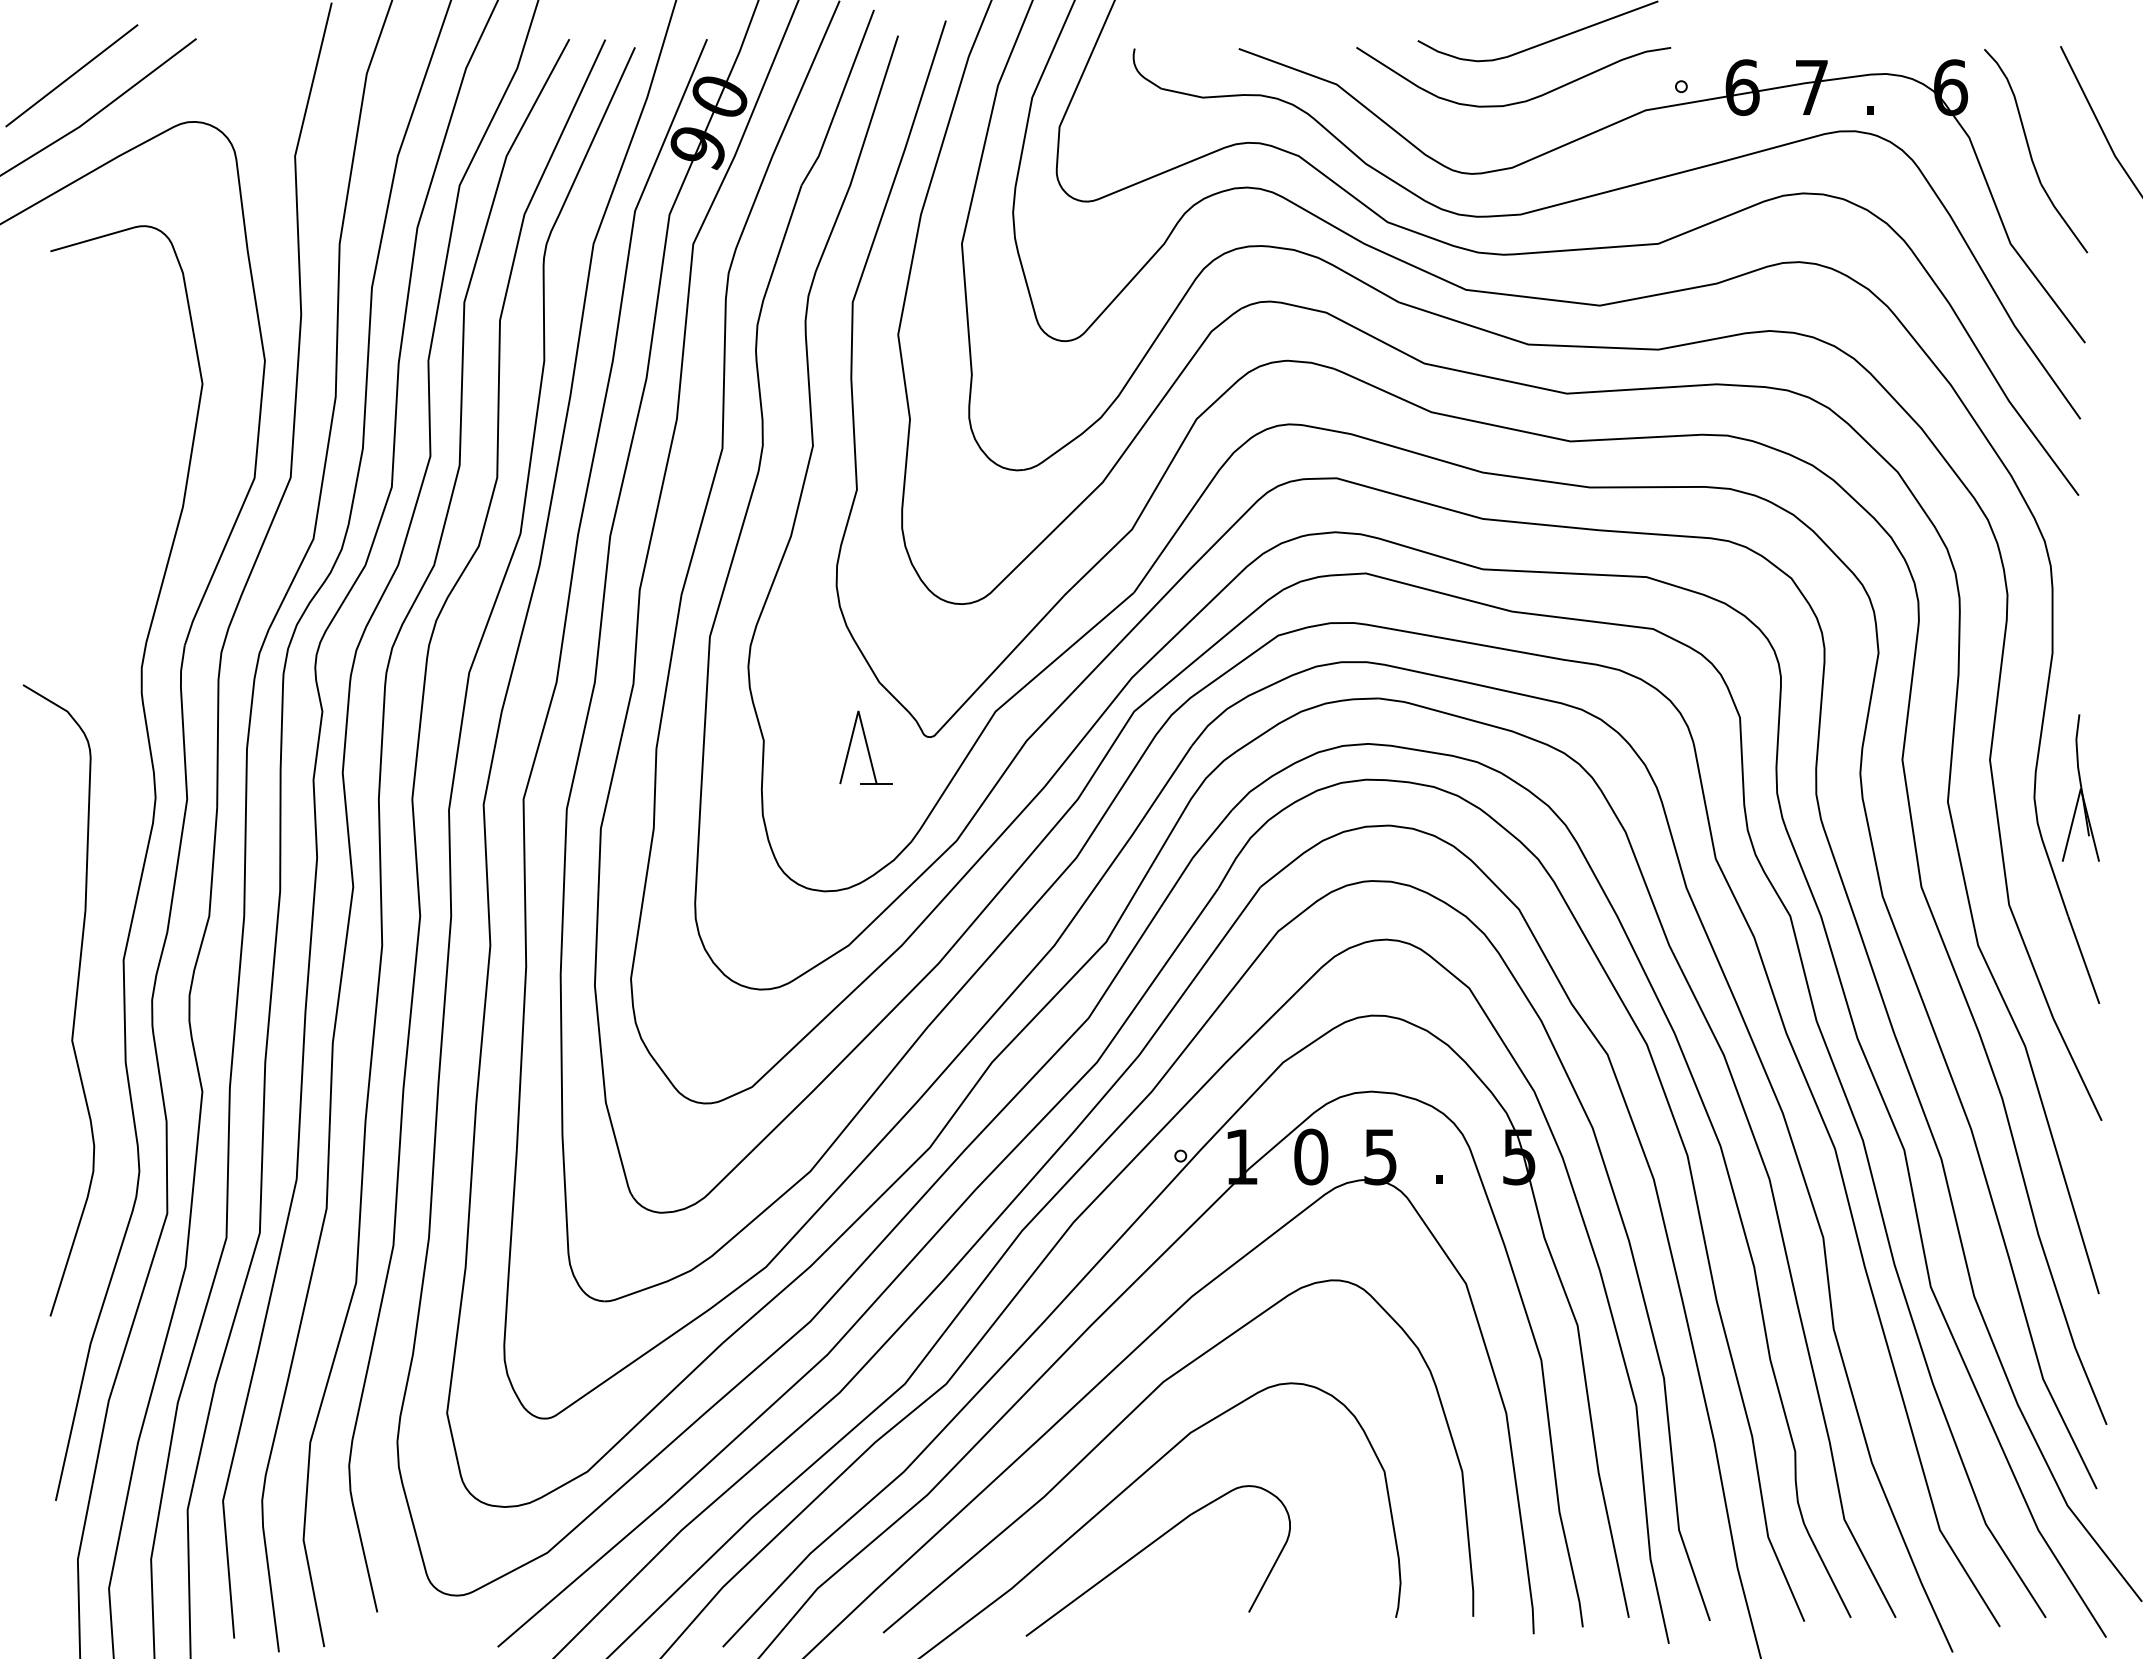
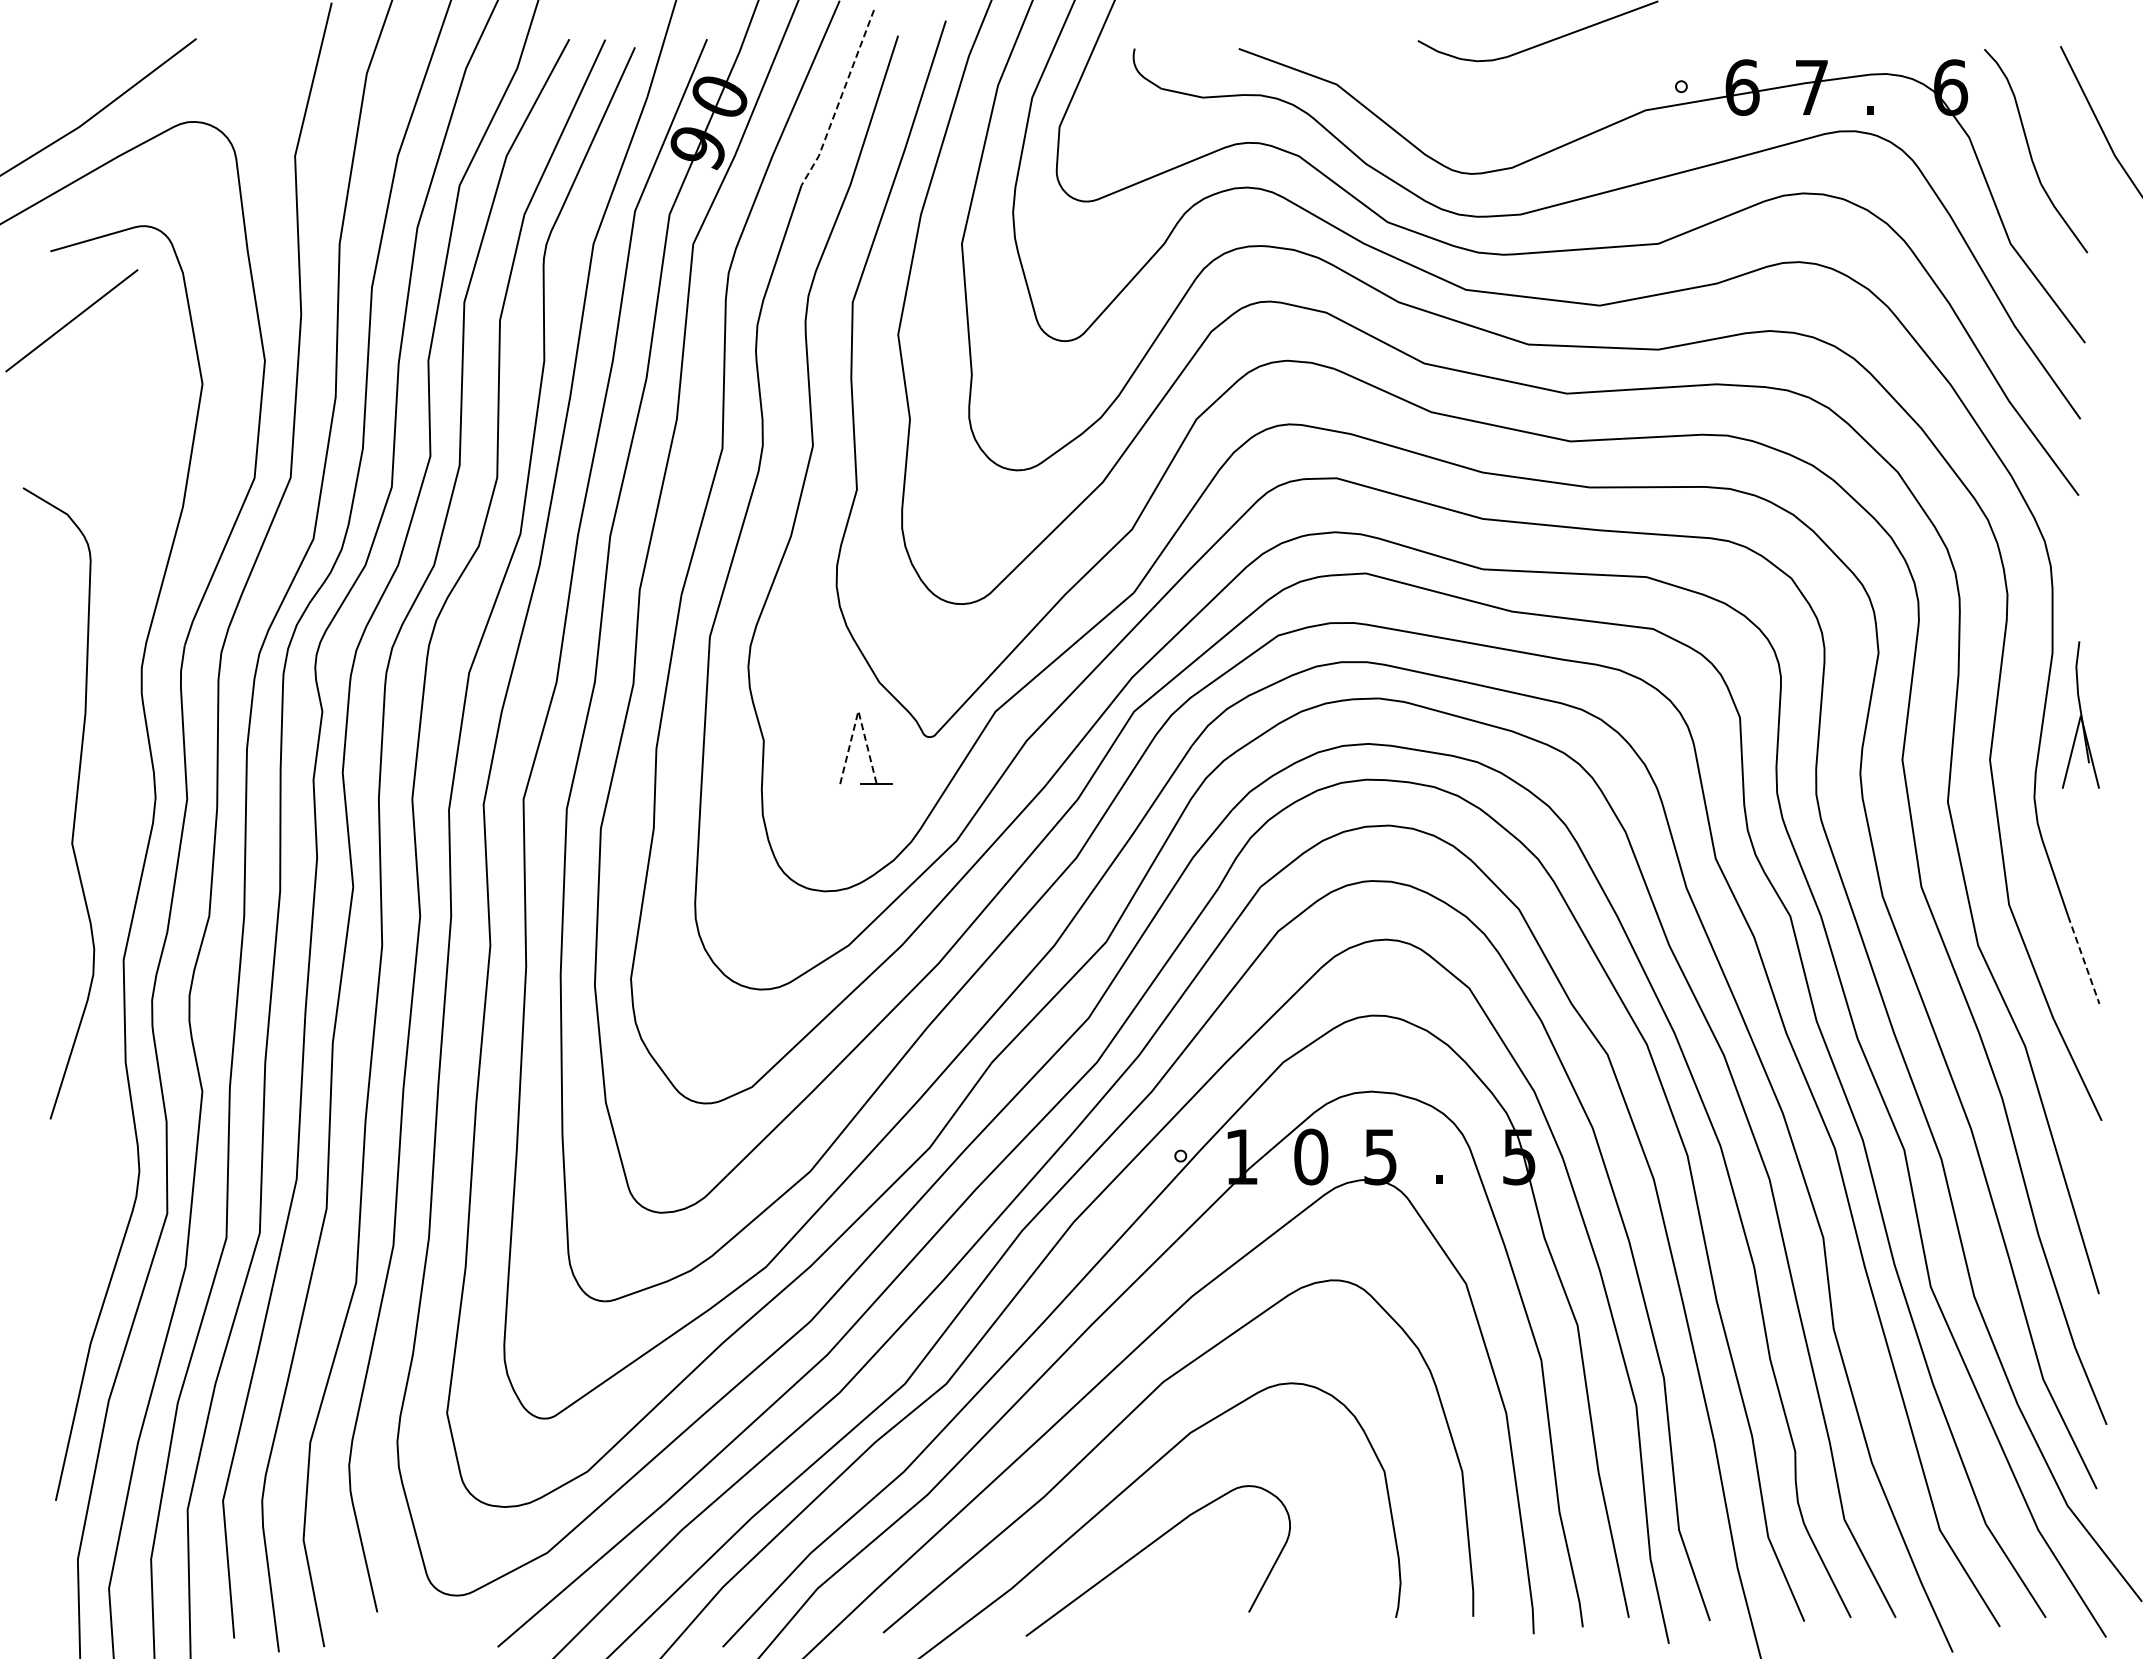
line at (71, 75) position: (71, 75) -> (71, 320)
line at (840, 99): solid -> dashed
curve at (1519, 101): present -> none
line at (858, 711): solid -> dashed
part at (2080, 787) position: (2080, 787) -> (2080, 714)
line at (2083, 960): solid -> dashed
curve at (74, 1005) position: (74, 1005) -> (74, 808)
